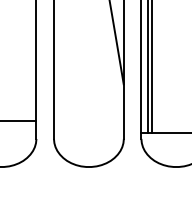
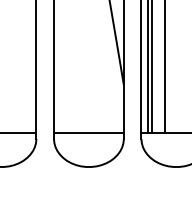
line at (164, 67): none -> present
line at (19, 120) position: (19, 120) -> (19, 132)
line at (88, 132): none -> present
